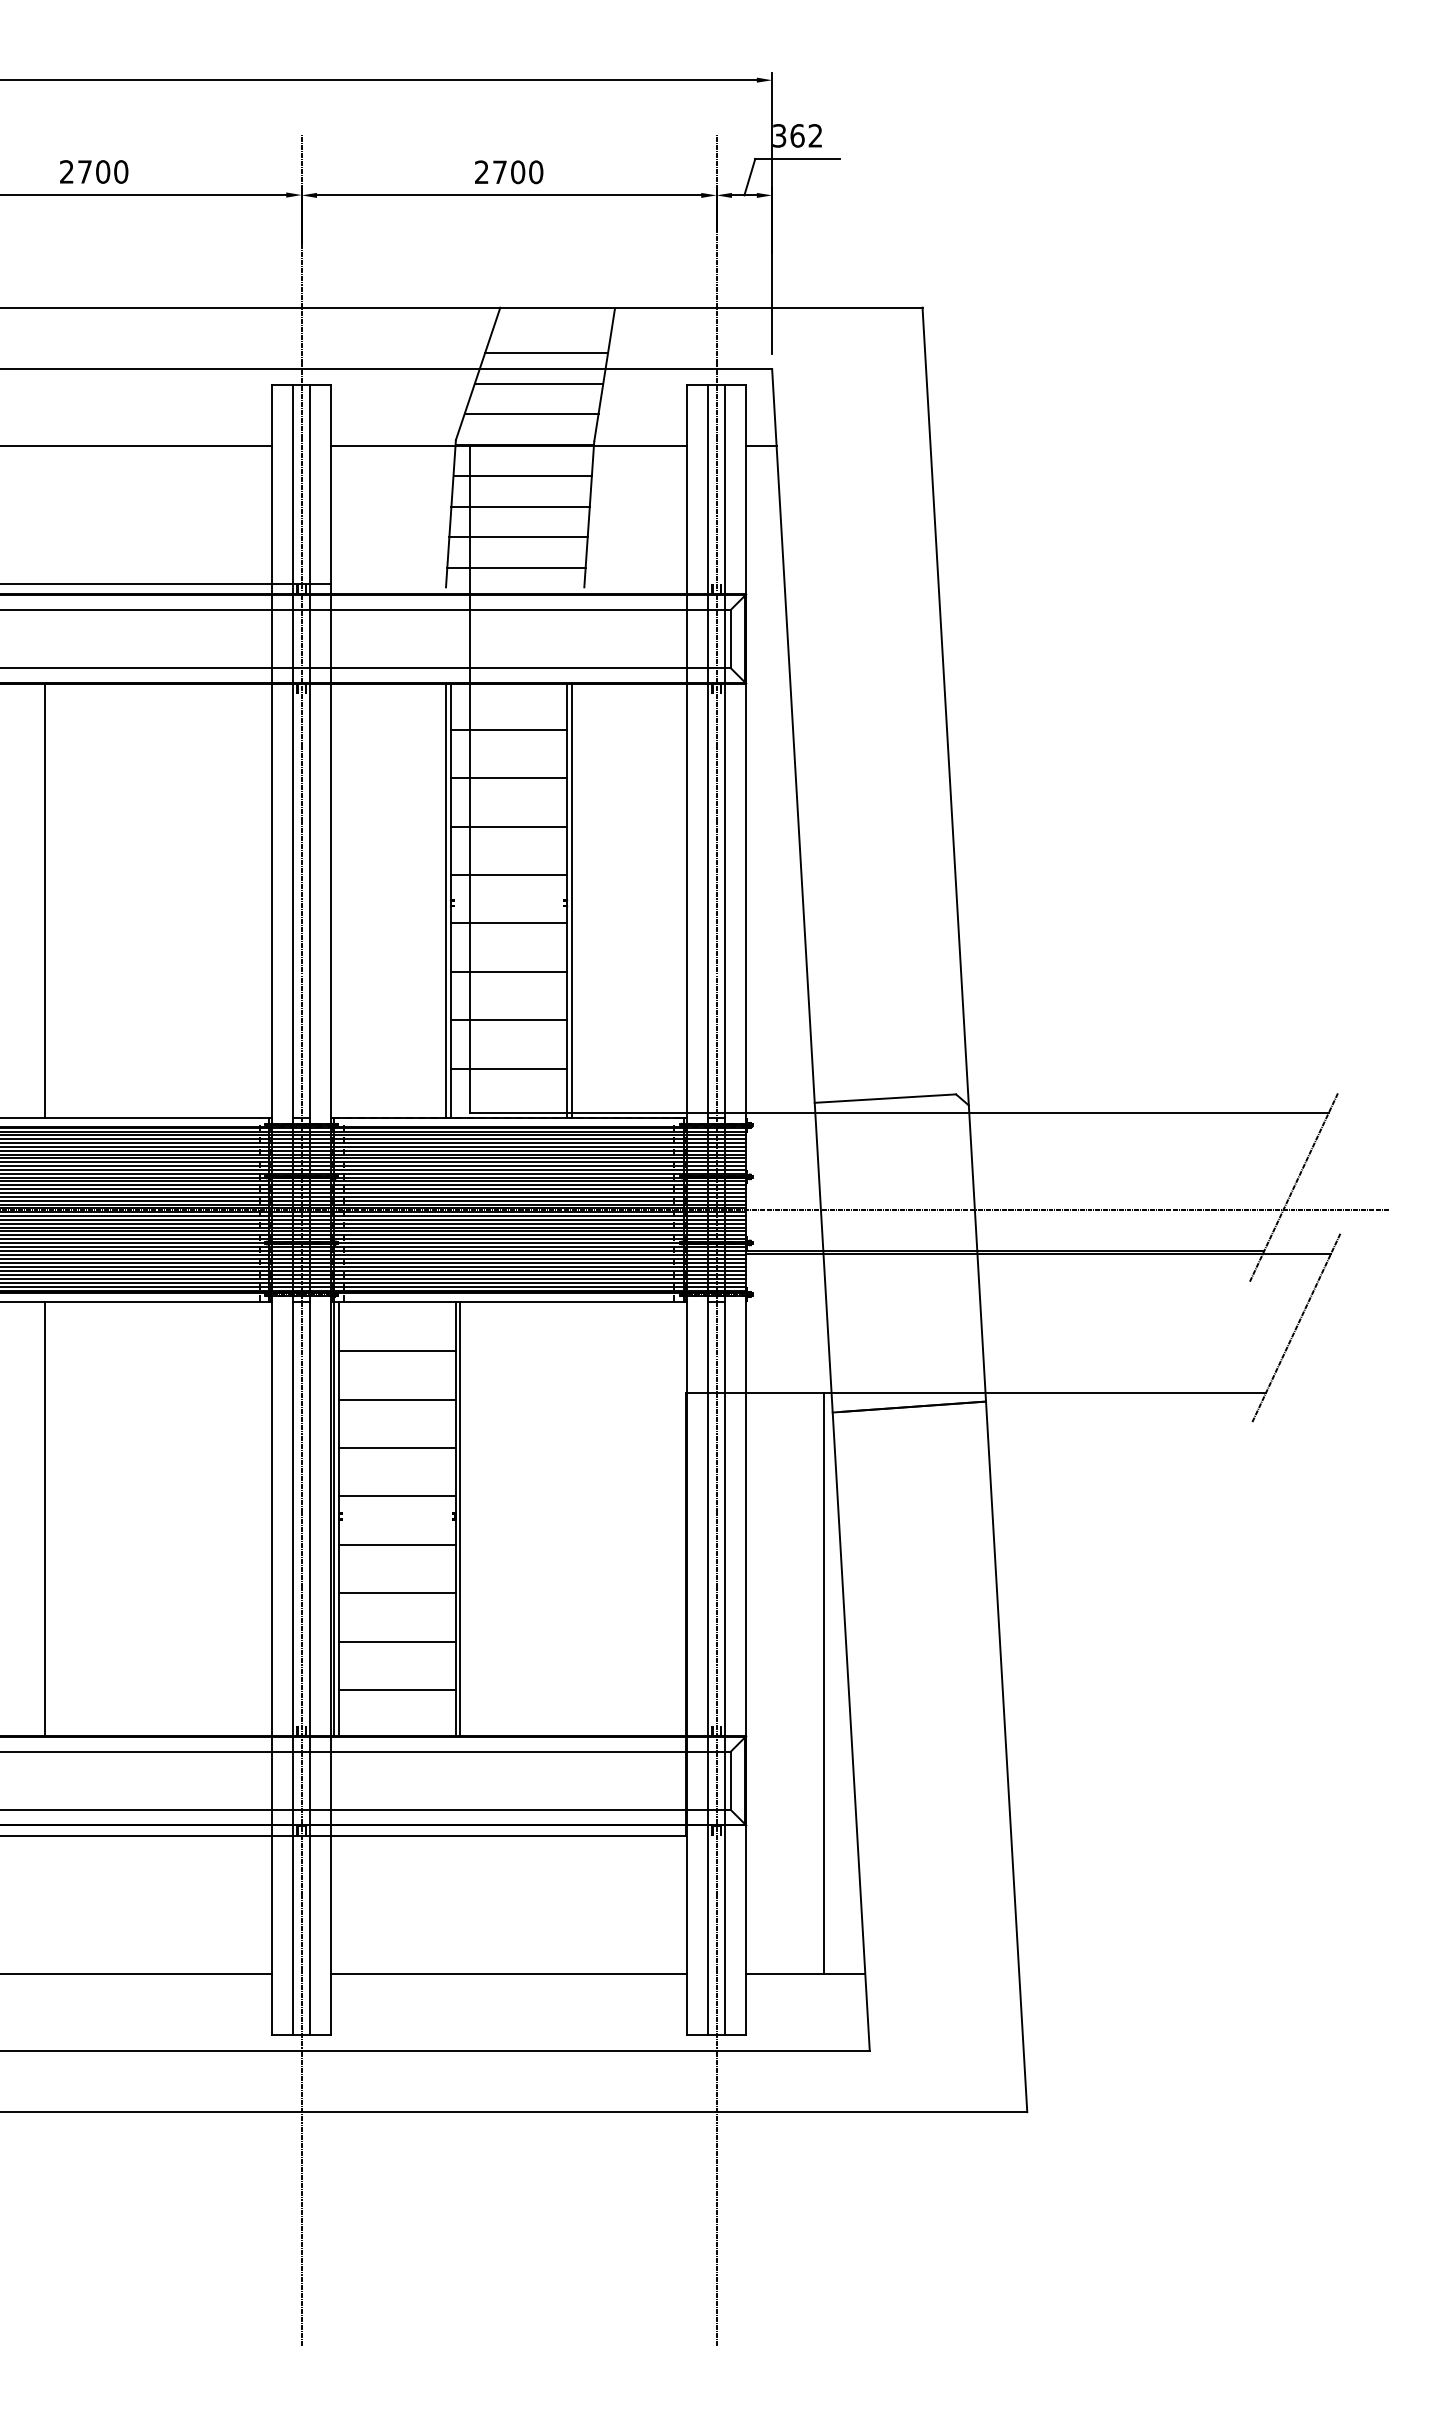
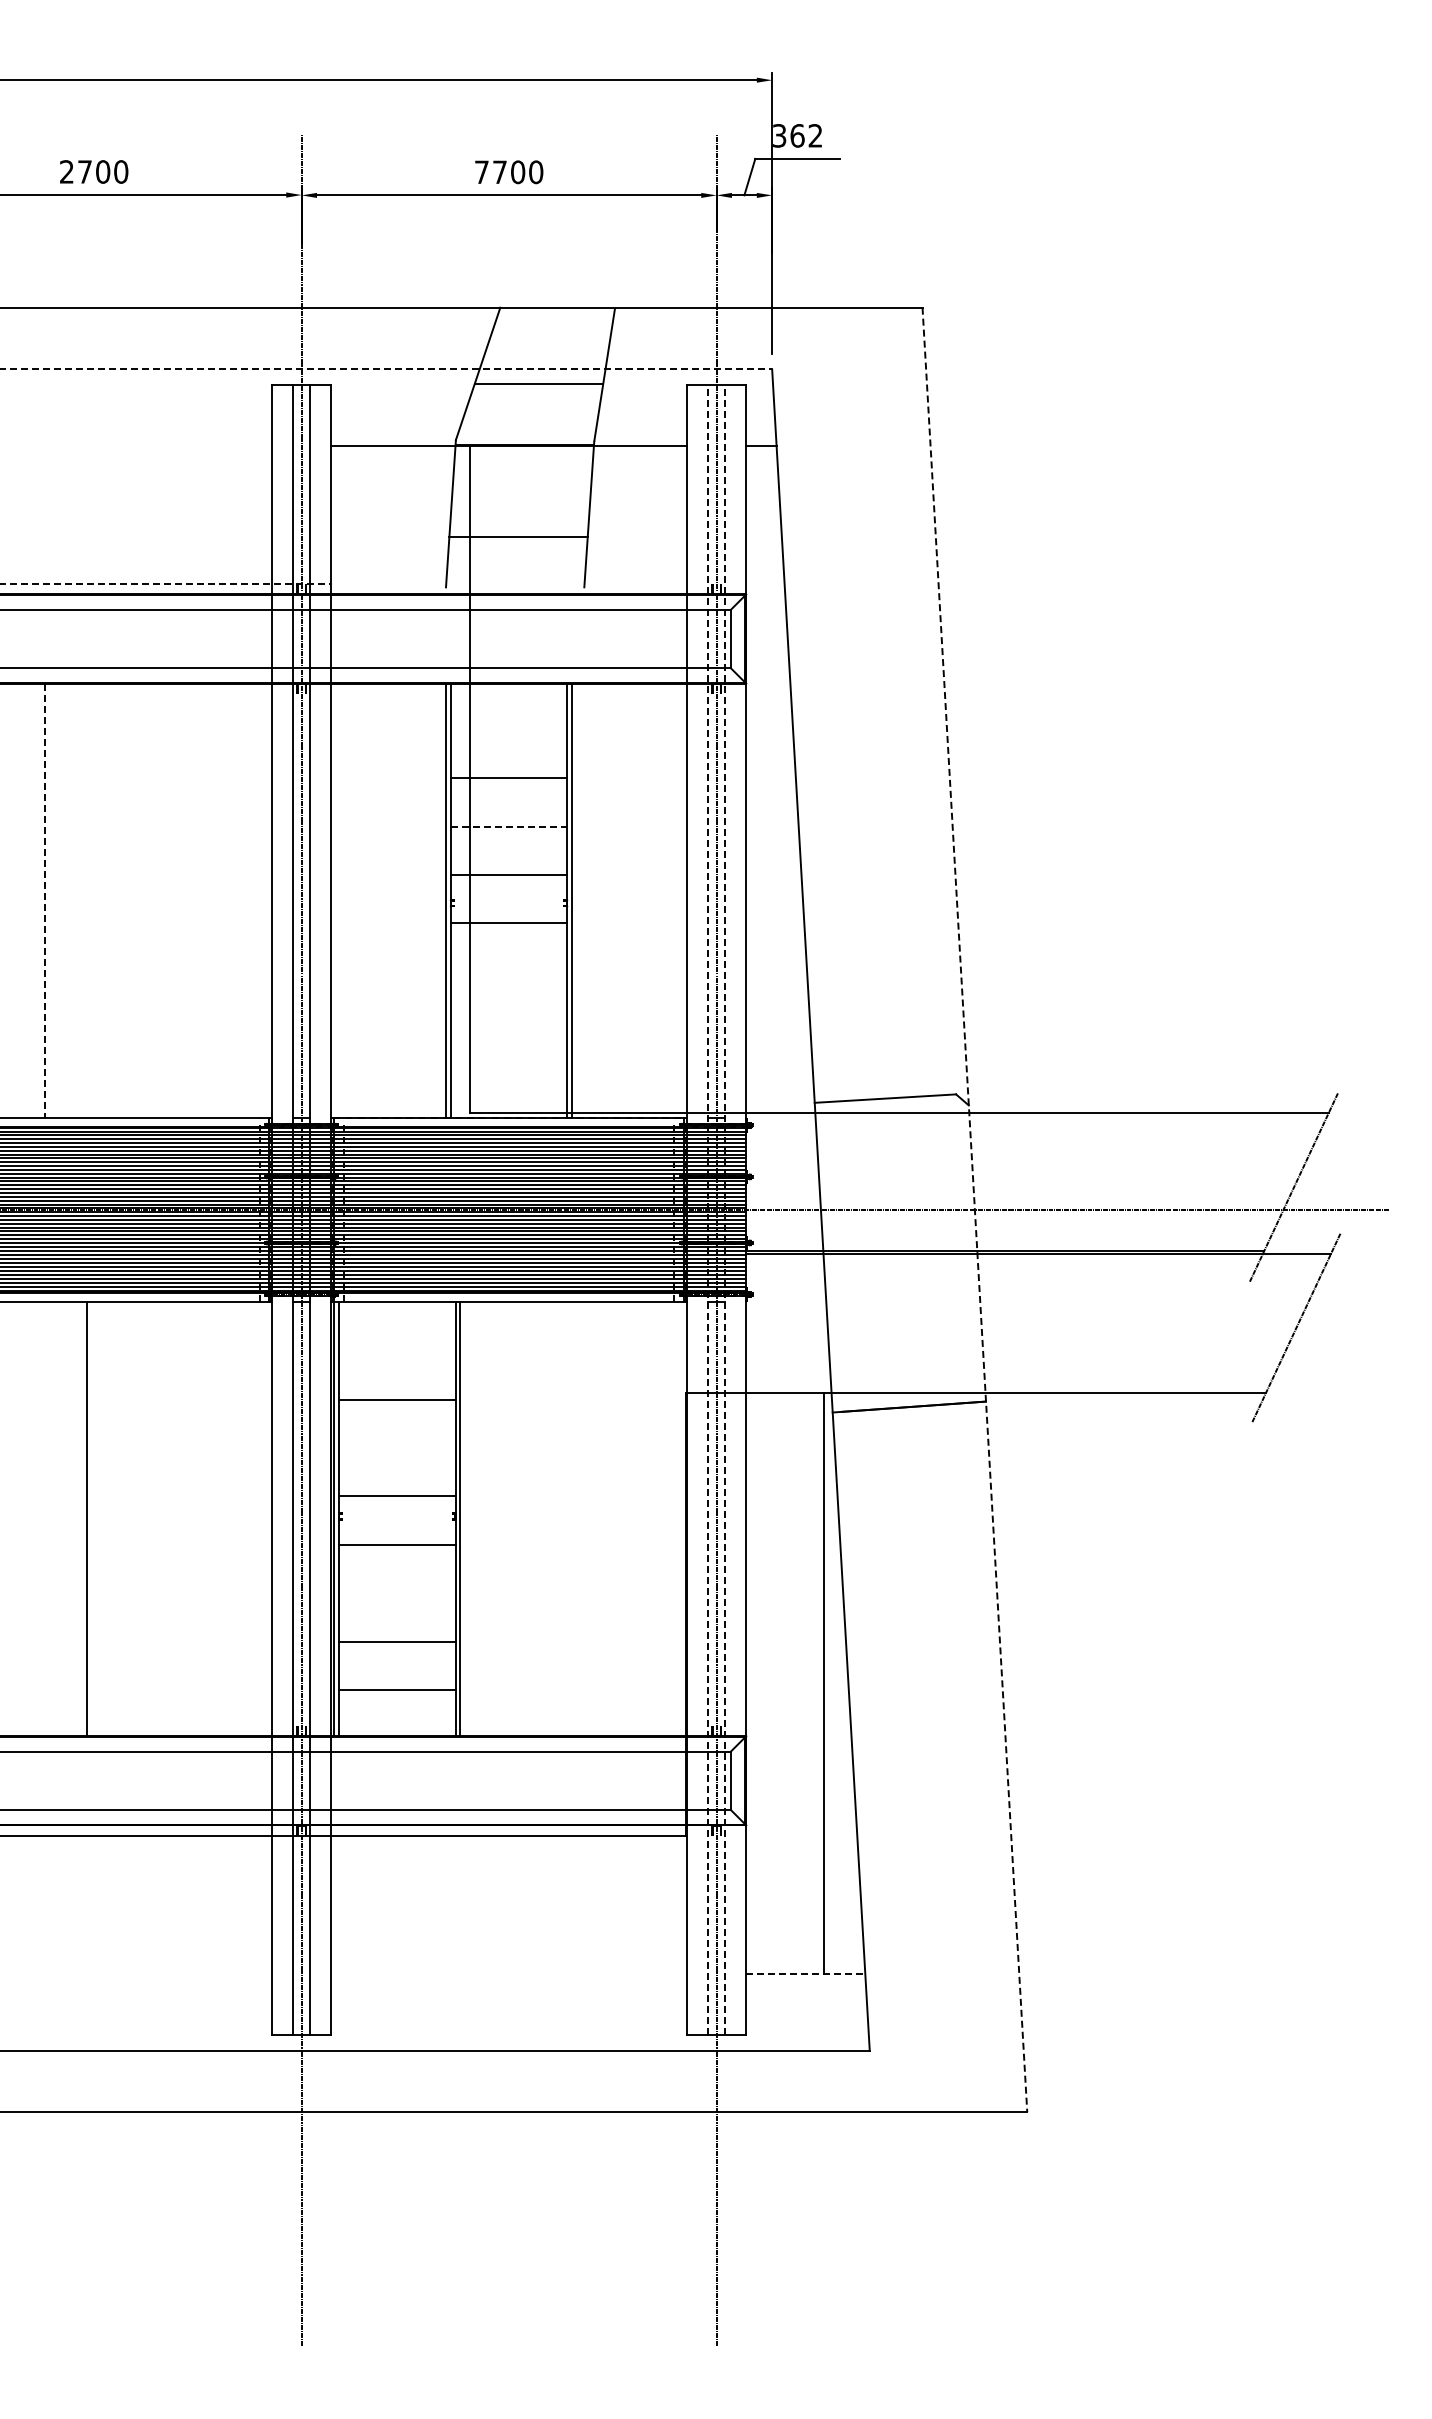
text at (481, 171): 2700 -> 7700
line at (546, 352): present -> none
line at (386, 369): solid -> dashed
line at (531, 414): present -> none
line at (136, 446): present -> none
line at (522, 475): present -> none
line at (520, 506): present -> none
line at (516, 568): present -> none
line at (166, 584): solid -> dashed
line at (508, 729): present -> none
line at (509, 826): solid -> dashed
line at (45, 901): solid -> dashed
line at (508, 971): present -> none
line at (508, 1020): present -> none
line at (508, 1068): present -> none
line at (707, 1209): solid -> dashed
line at (725, 1209): solid -> dashed
line at (974, 1209): solid -> dashed
line at (396, 1351): present -> none
line at (396, 1448): present -> none
line at (45, 1519) position: (45, 1519) -> (87, 1519)
line at (396, 1593): present -> none
line at (136, 1973): present -> none
line at (508, 1973): present -> none
line at (805, 1973): solid -> dashed
